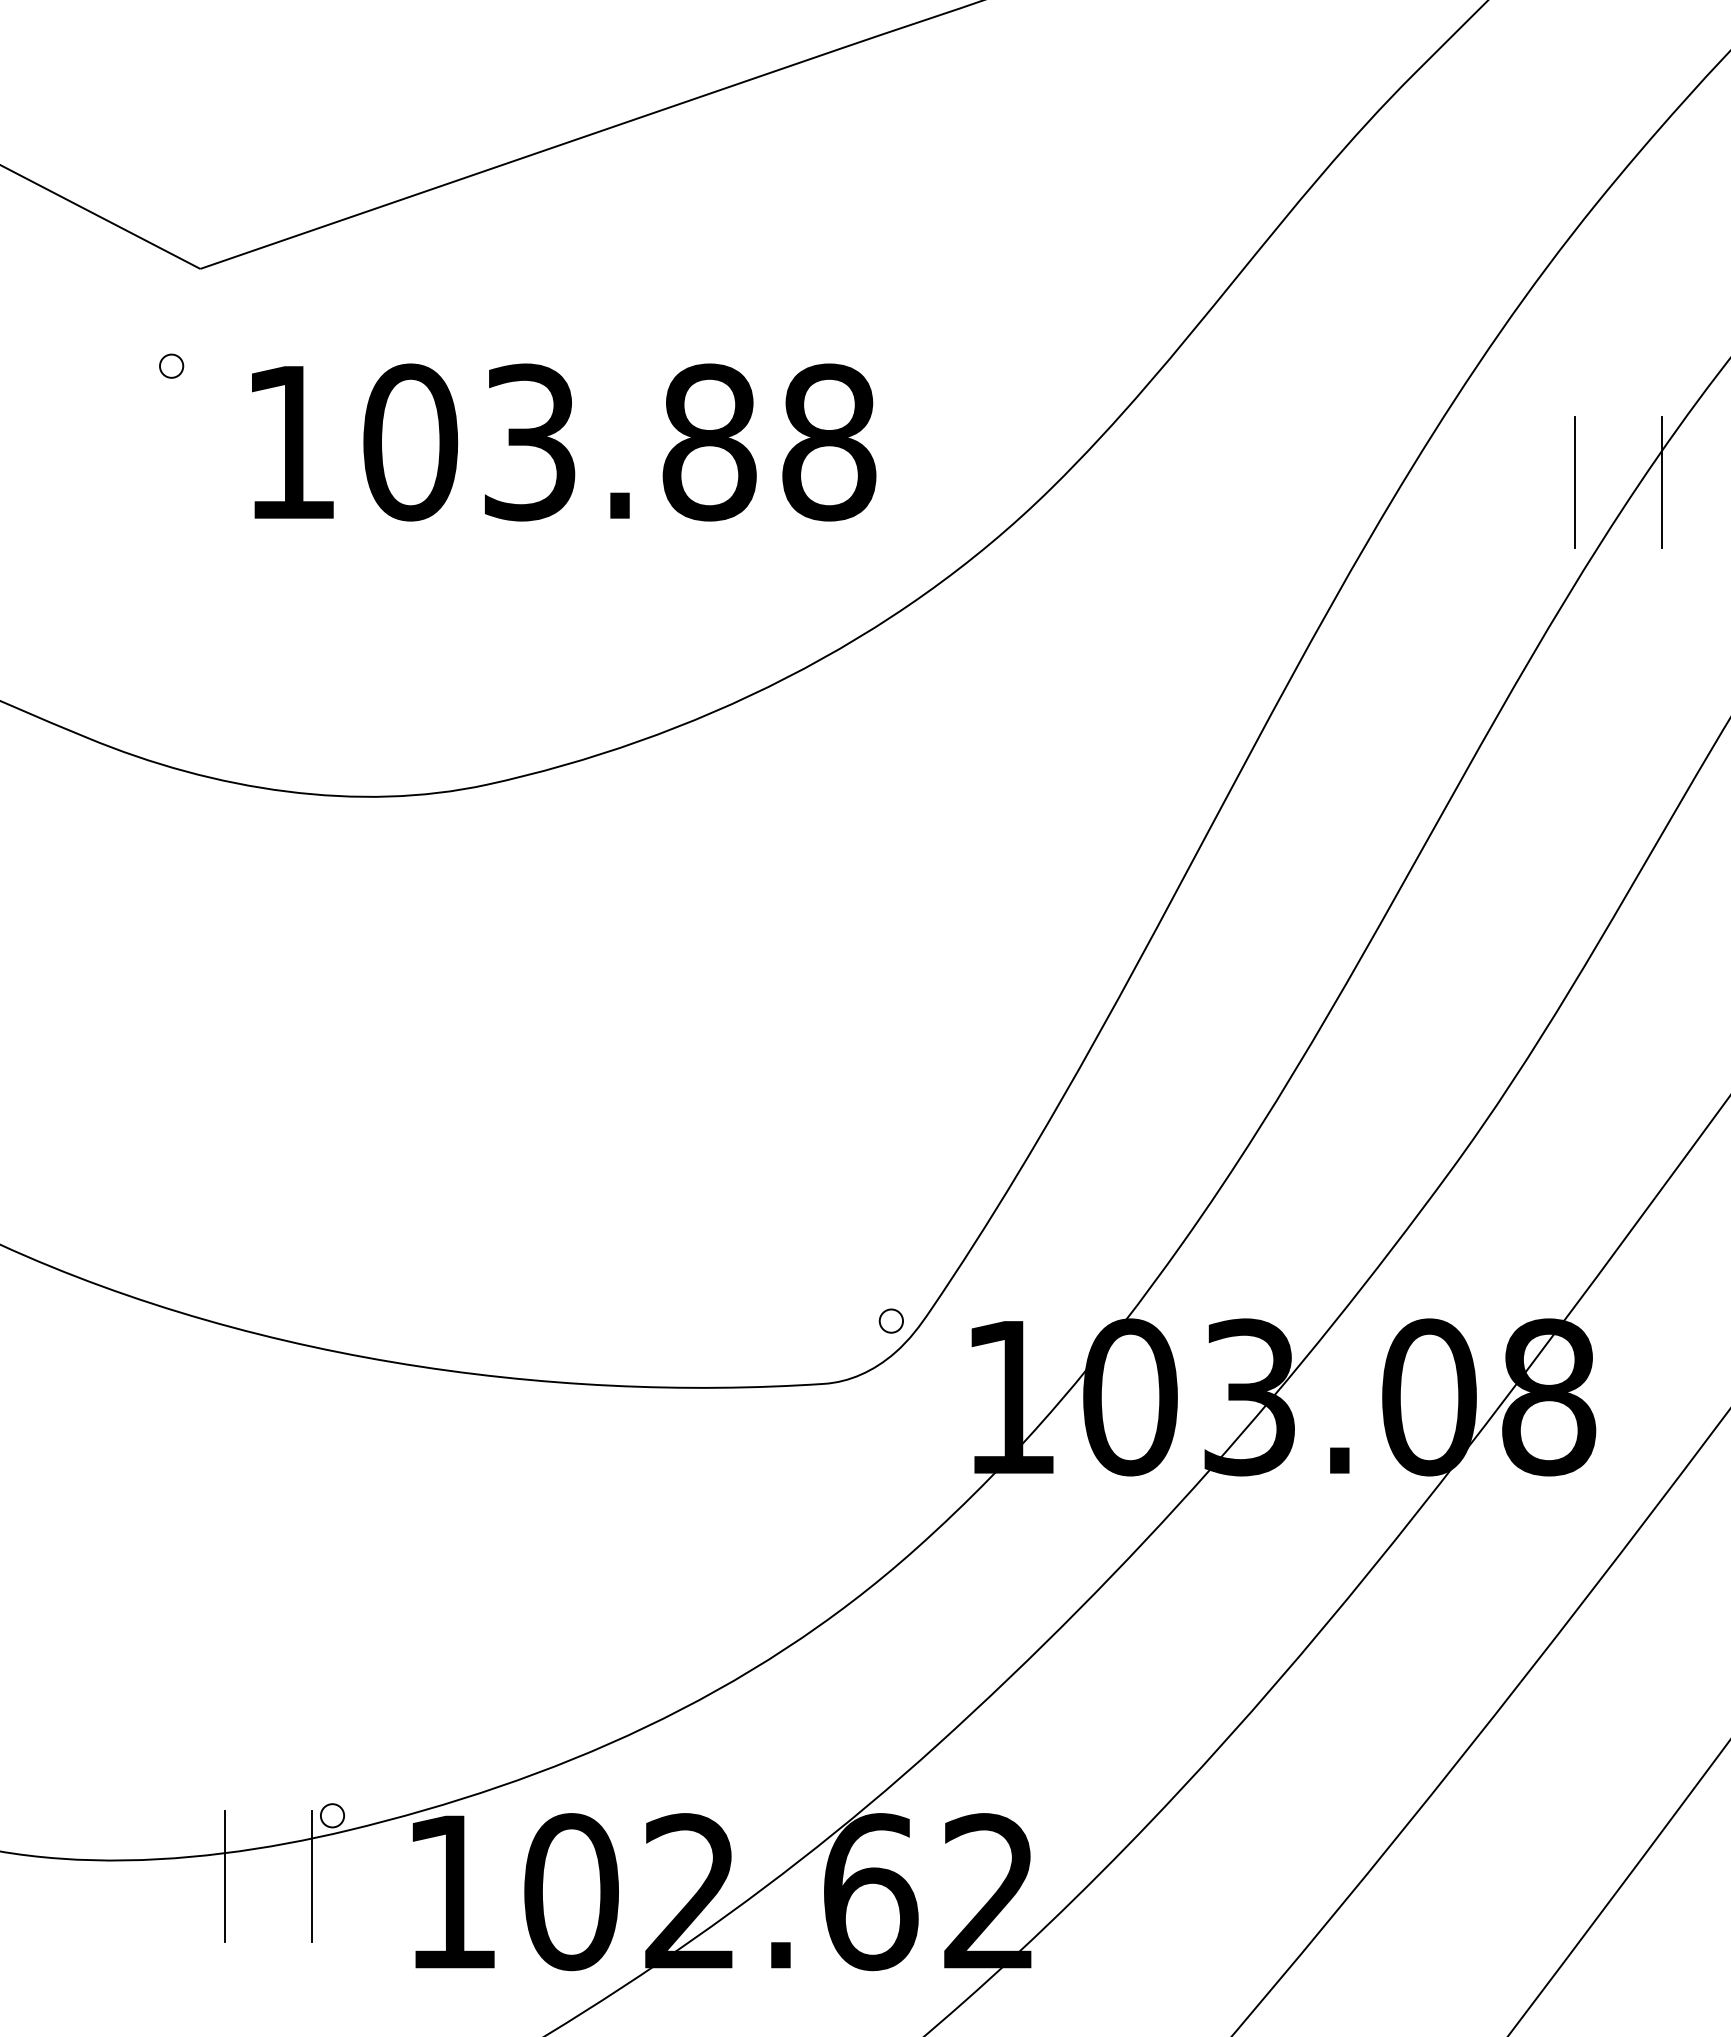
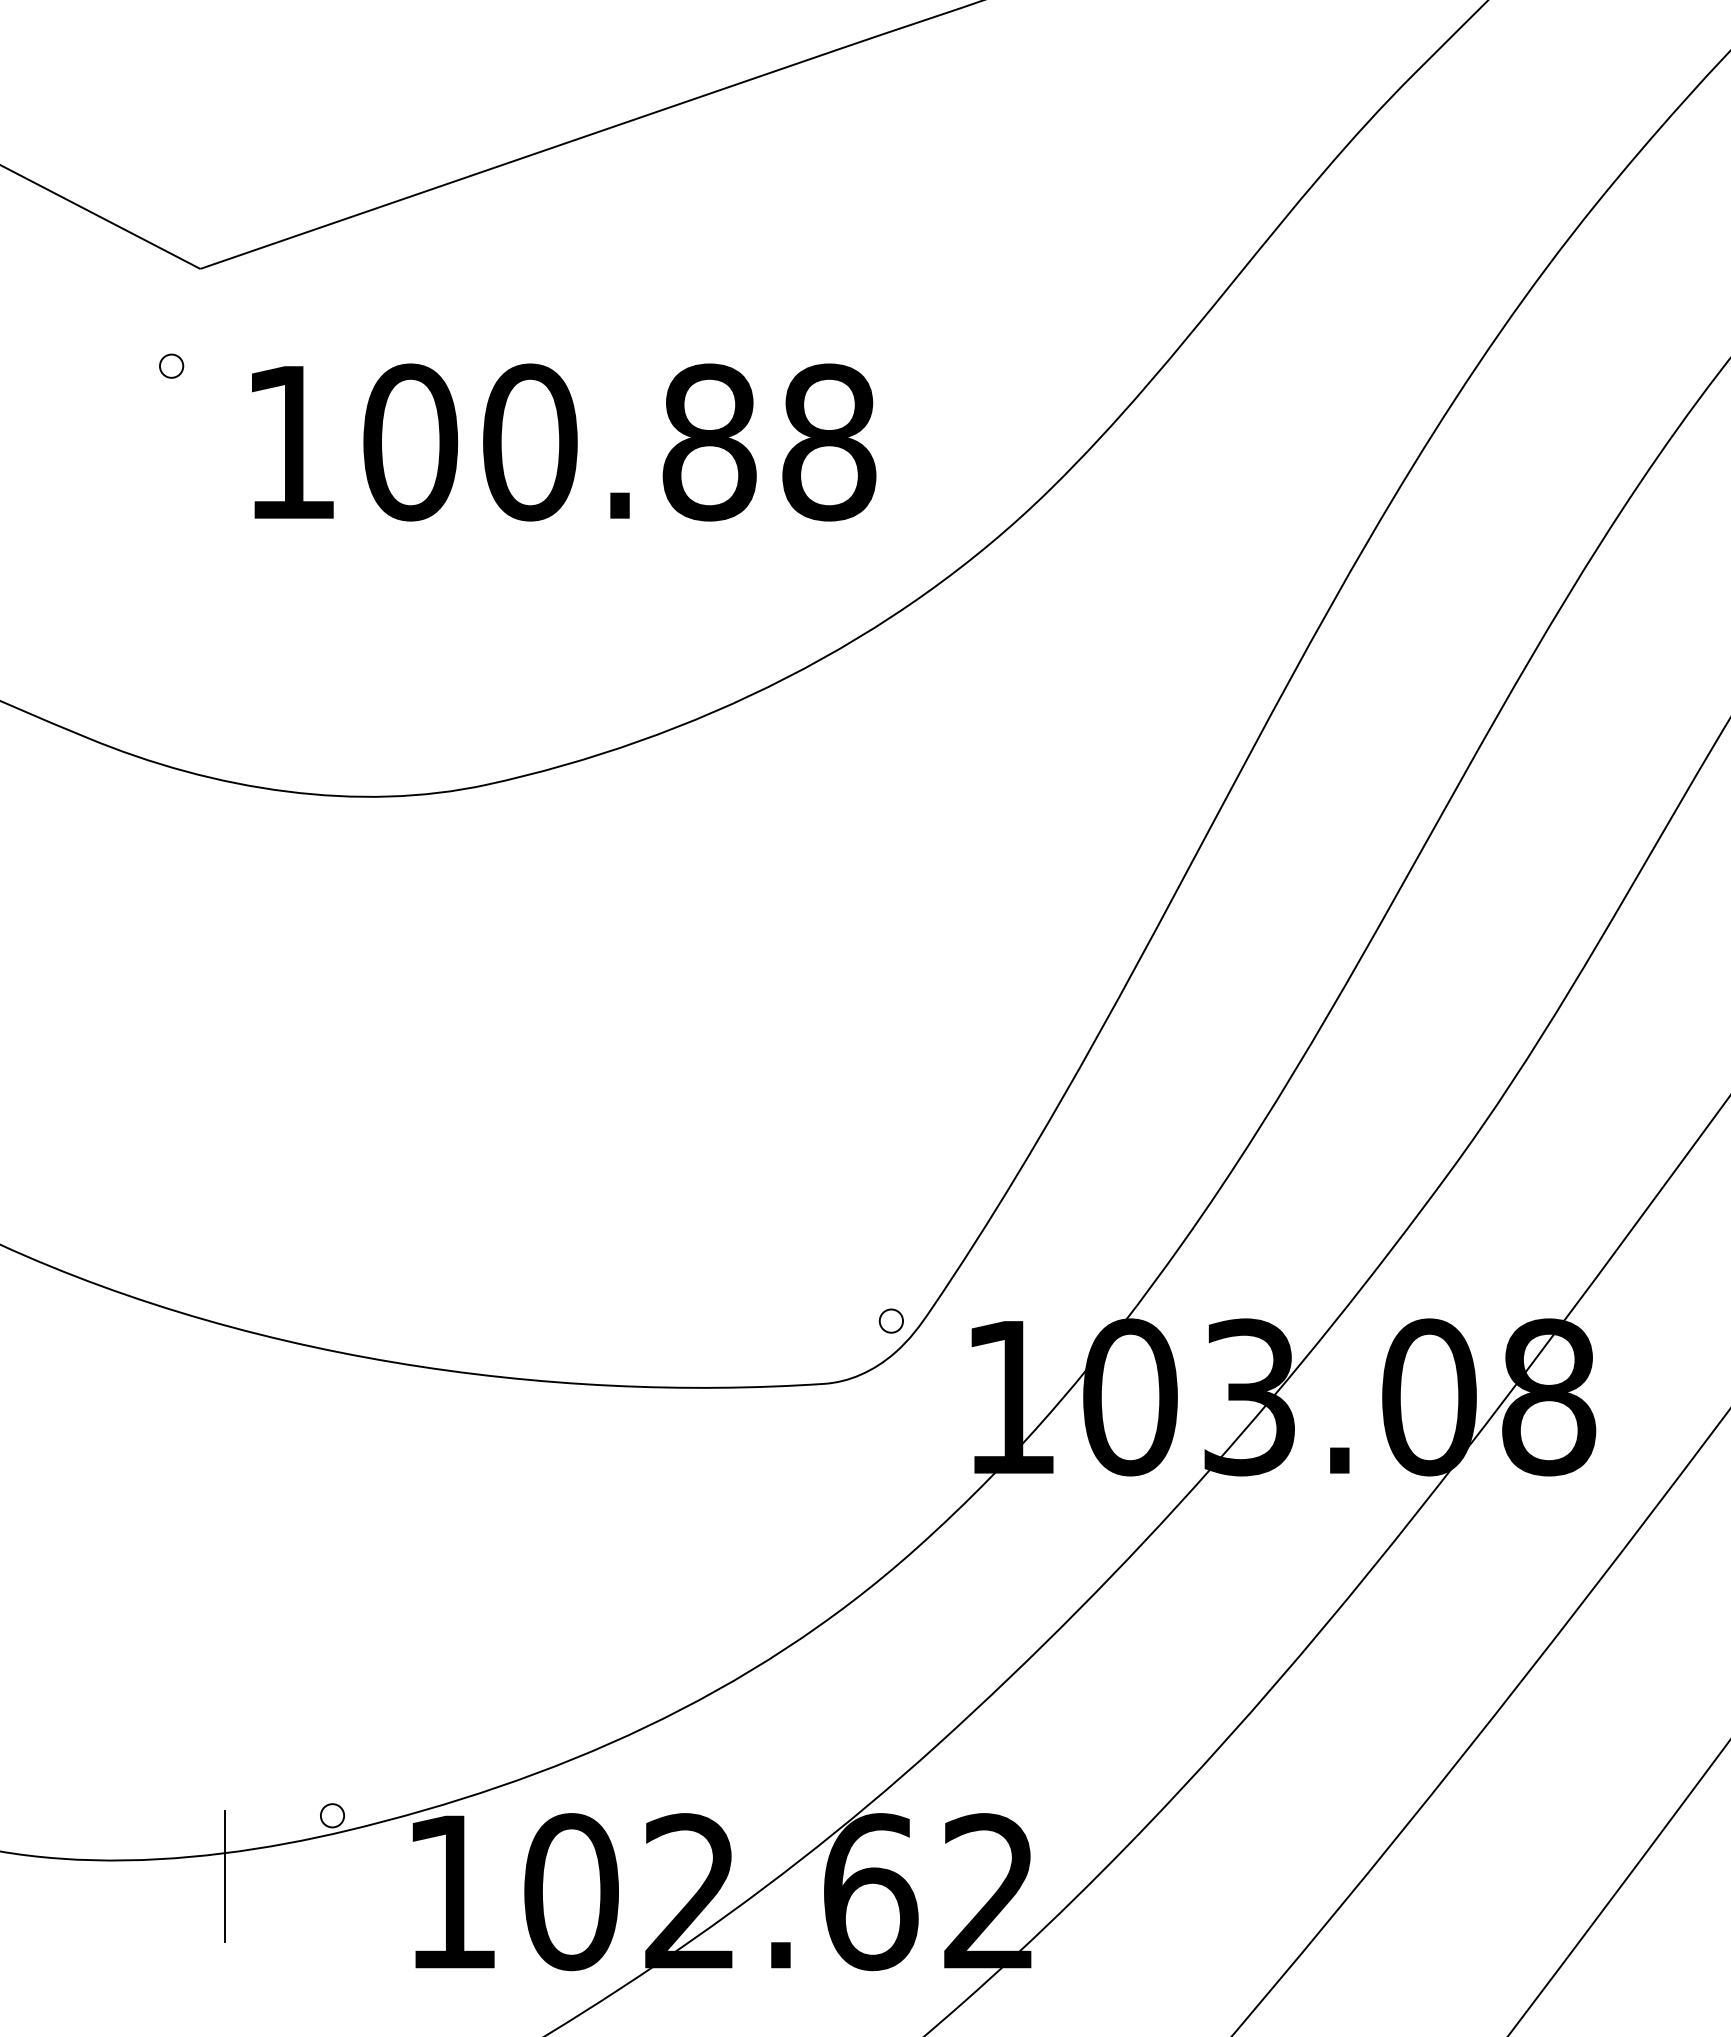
text at (530, 442): 103.88 -> 100.88
line at (1574, 482): present -> none
line at (1661, 482): present -> none
line at (312, 1875): present -> none
